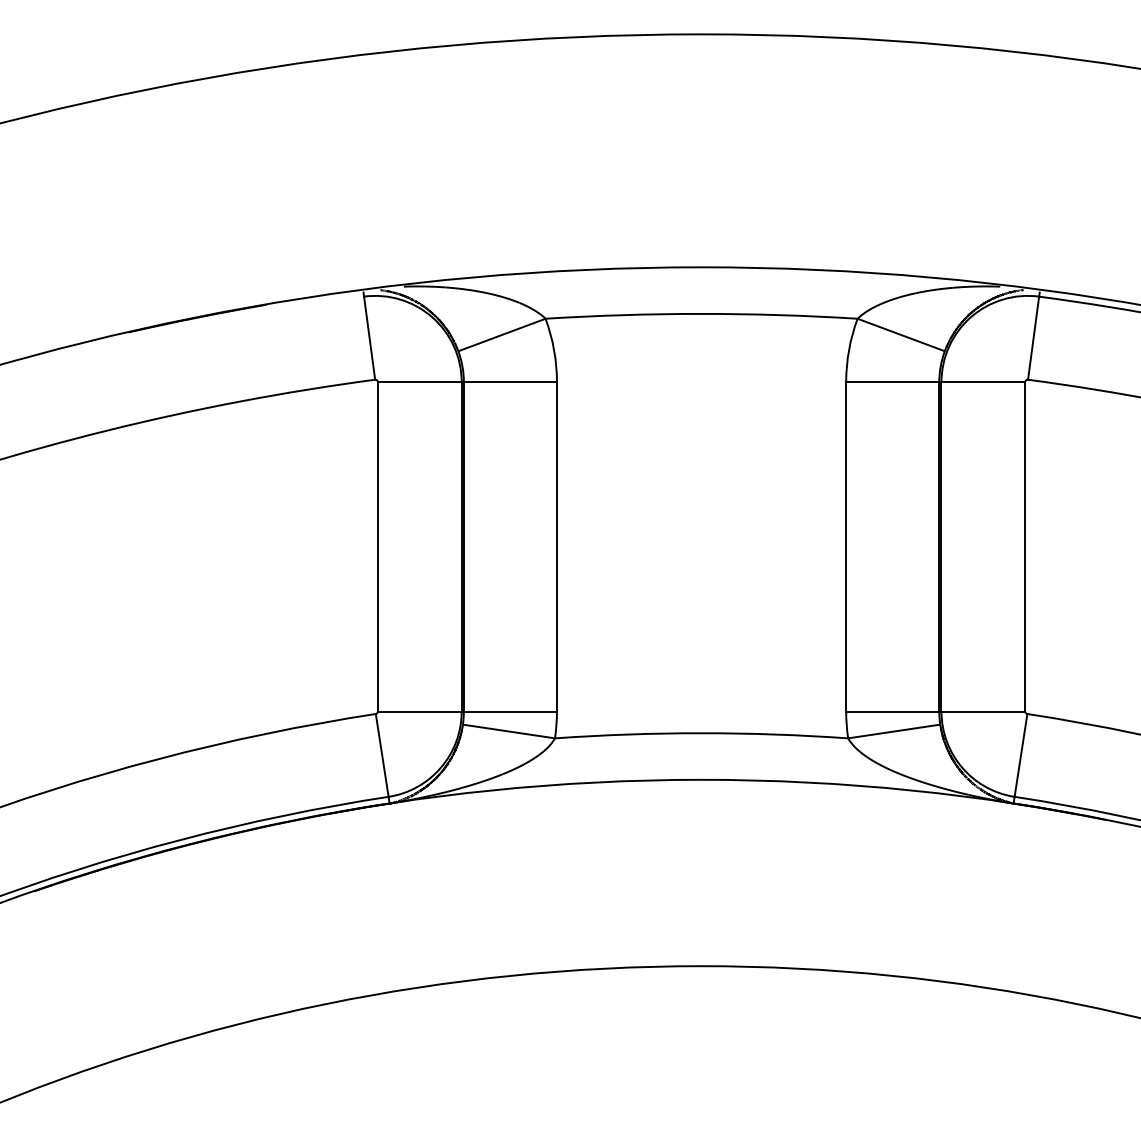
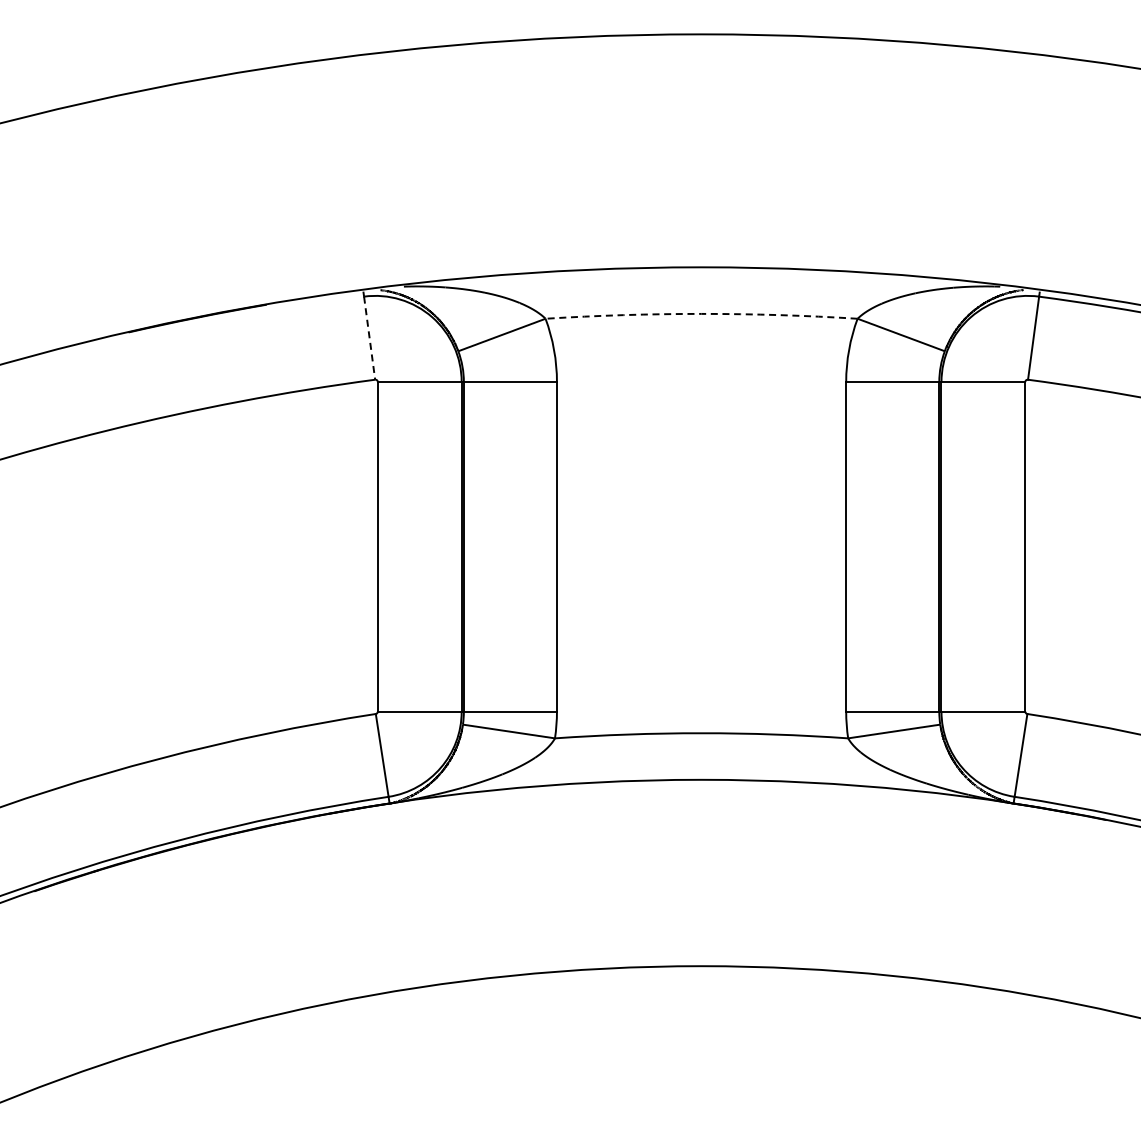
arc at (701, 313): solid -> dashed
line at (369, 338): solid -> dashed
